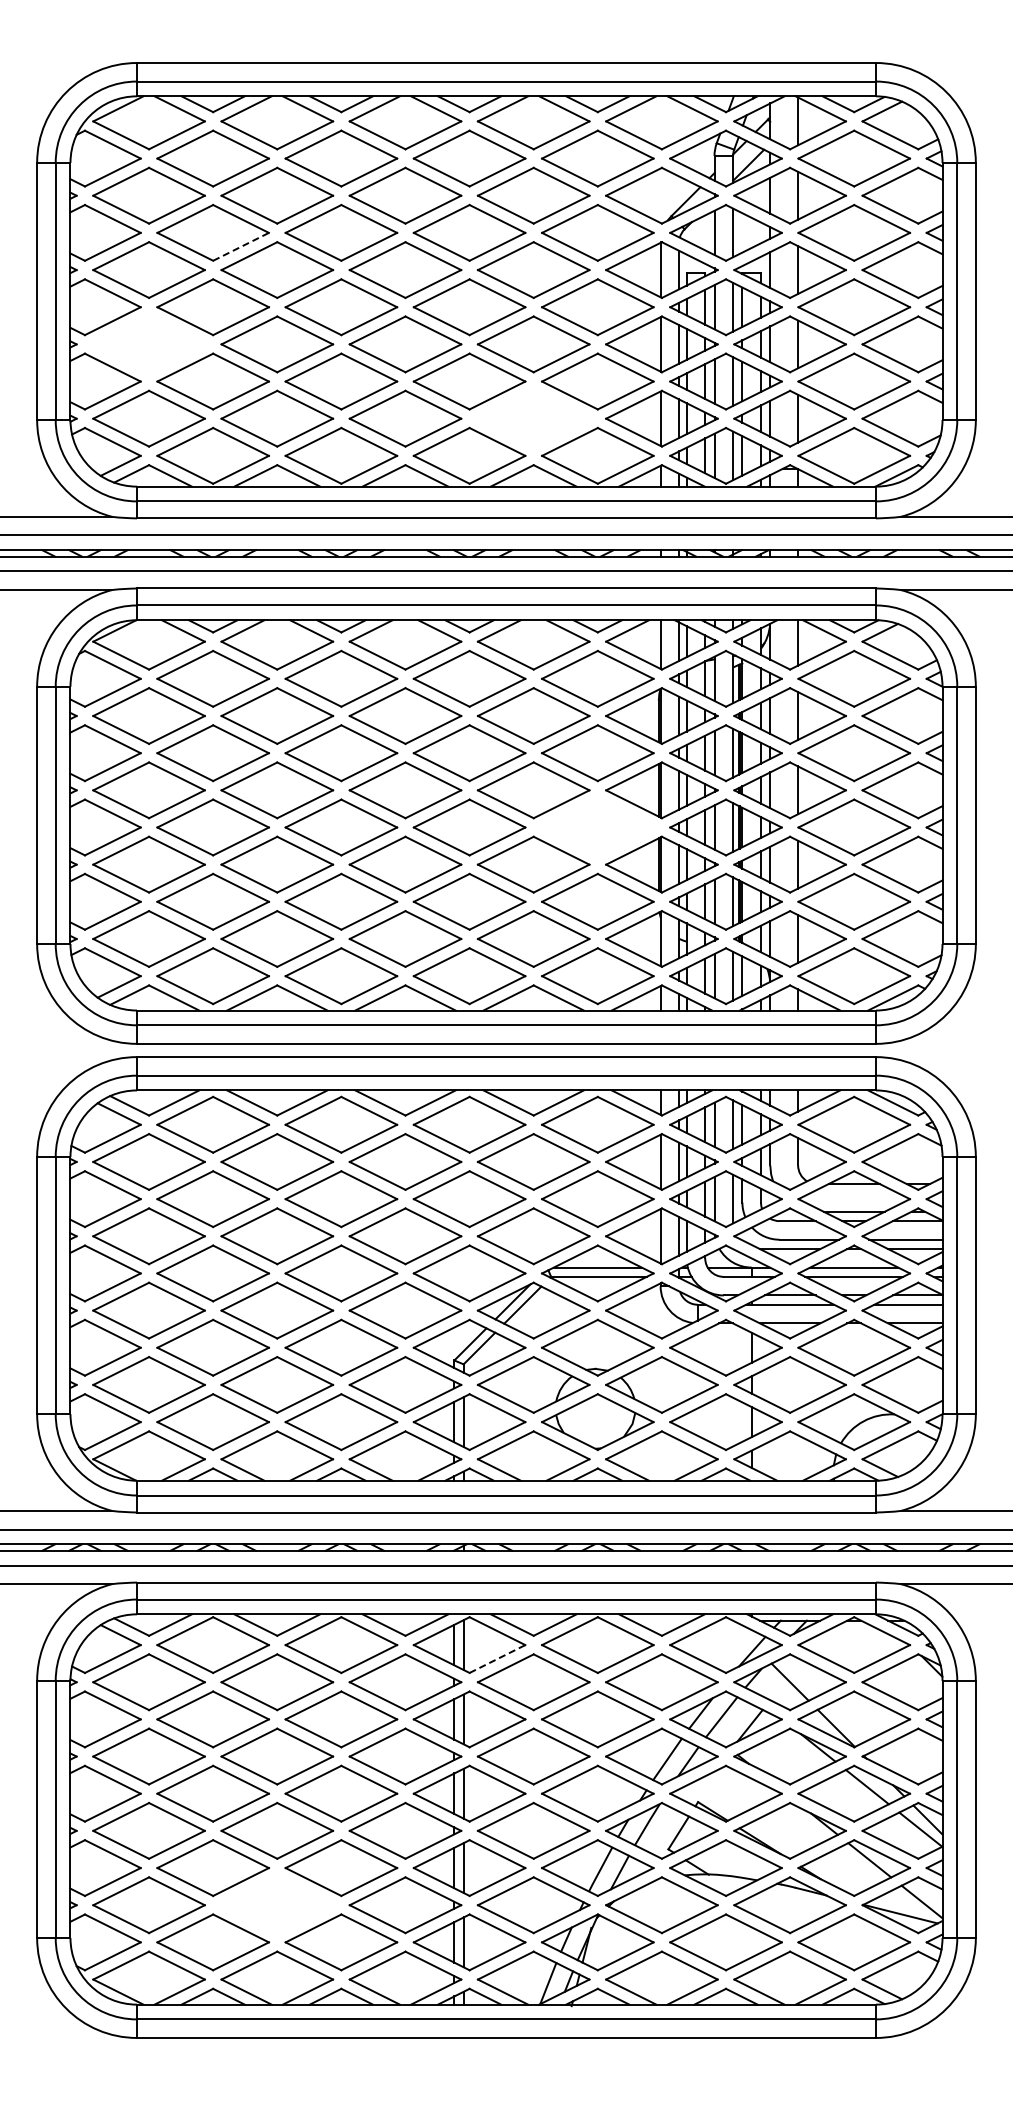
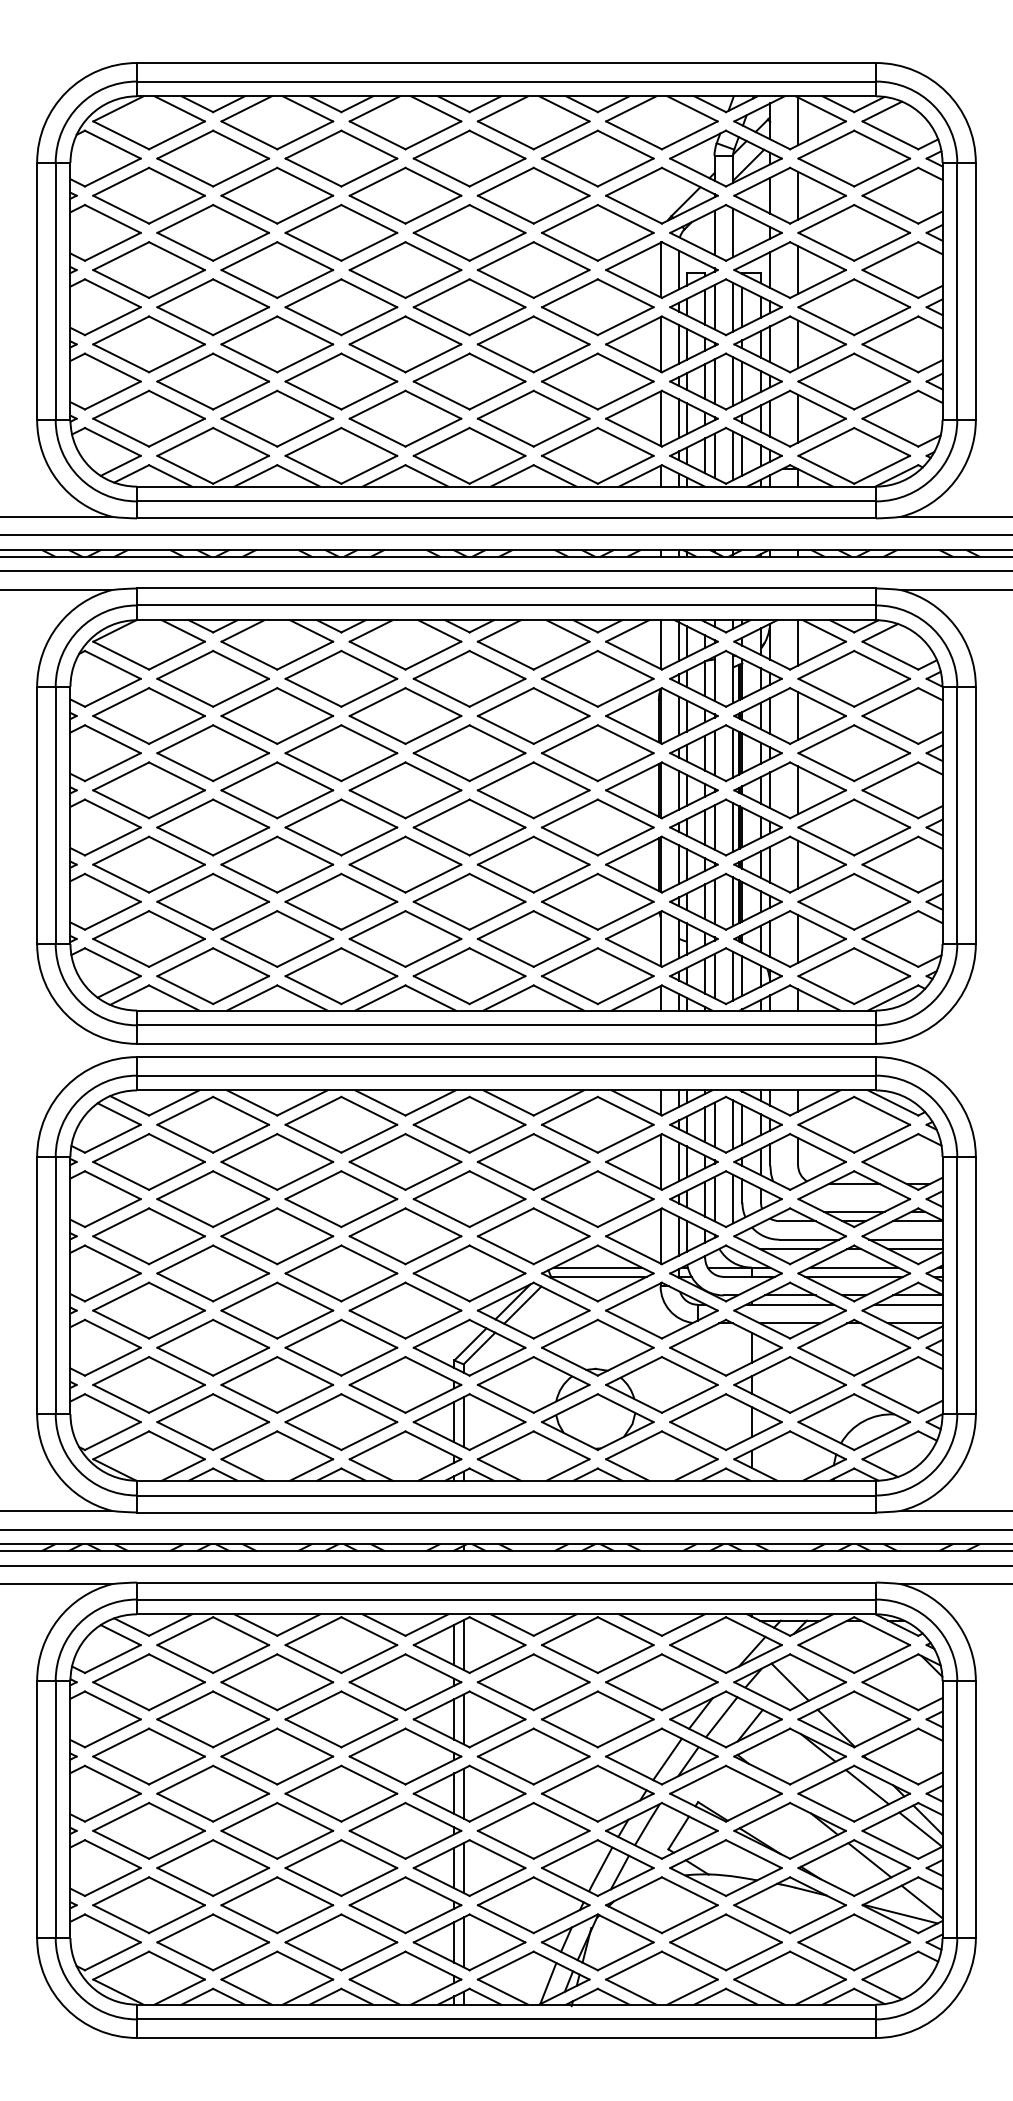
line at (241, 246): dashed -> solid
part at (148, 344): none -> present
part at (533, 418): none -> present
part at (597, 827): none -> present
line at (497, 1658): dashed -> solid
part at (277, 1905): none -> present
